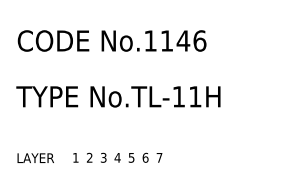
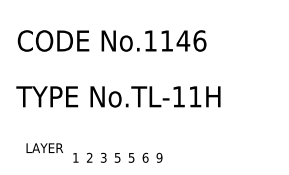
text at (35, 157) position: (35, 157) -> (44, 147)
text at (117, 157): 4 -> 5
text at (159, 157): 7 -> 9
